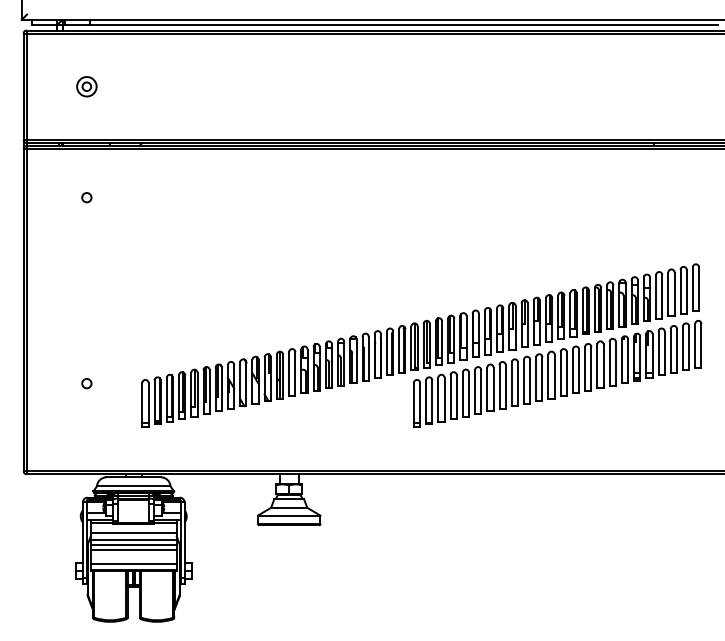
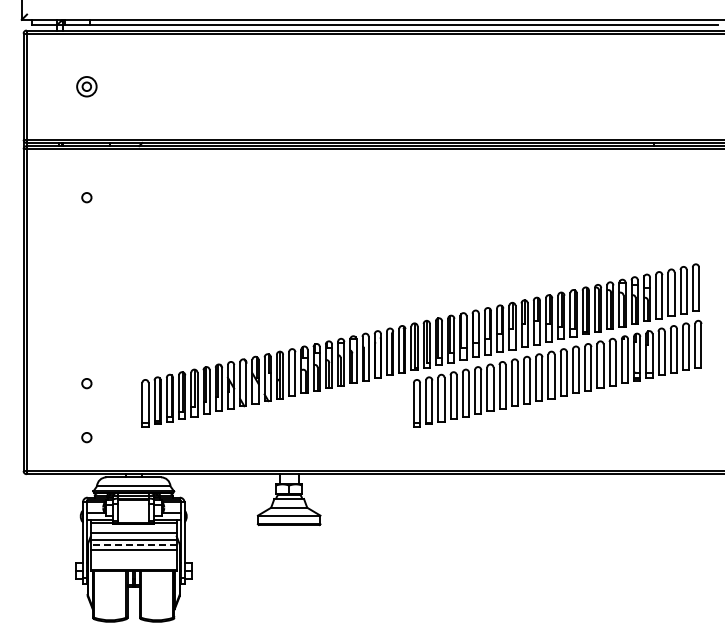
circle at (86, 437): none -> present
line at (133, 544): solid -> dashed
line at (133, 563): present -> none
